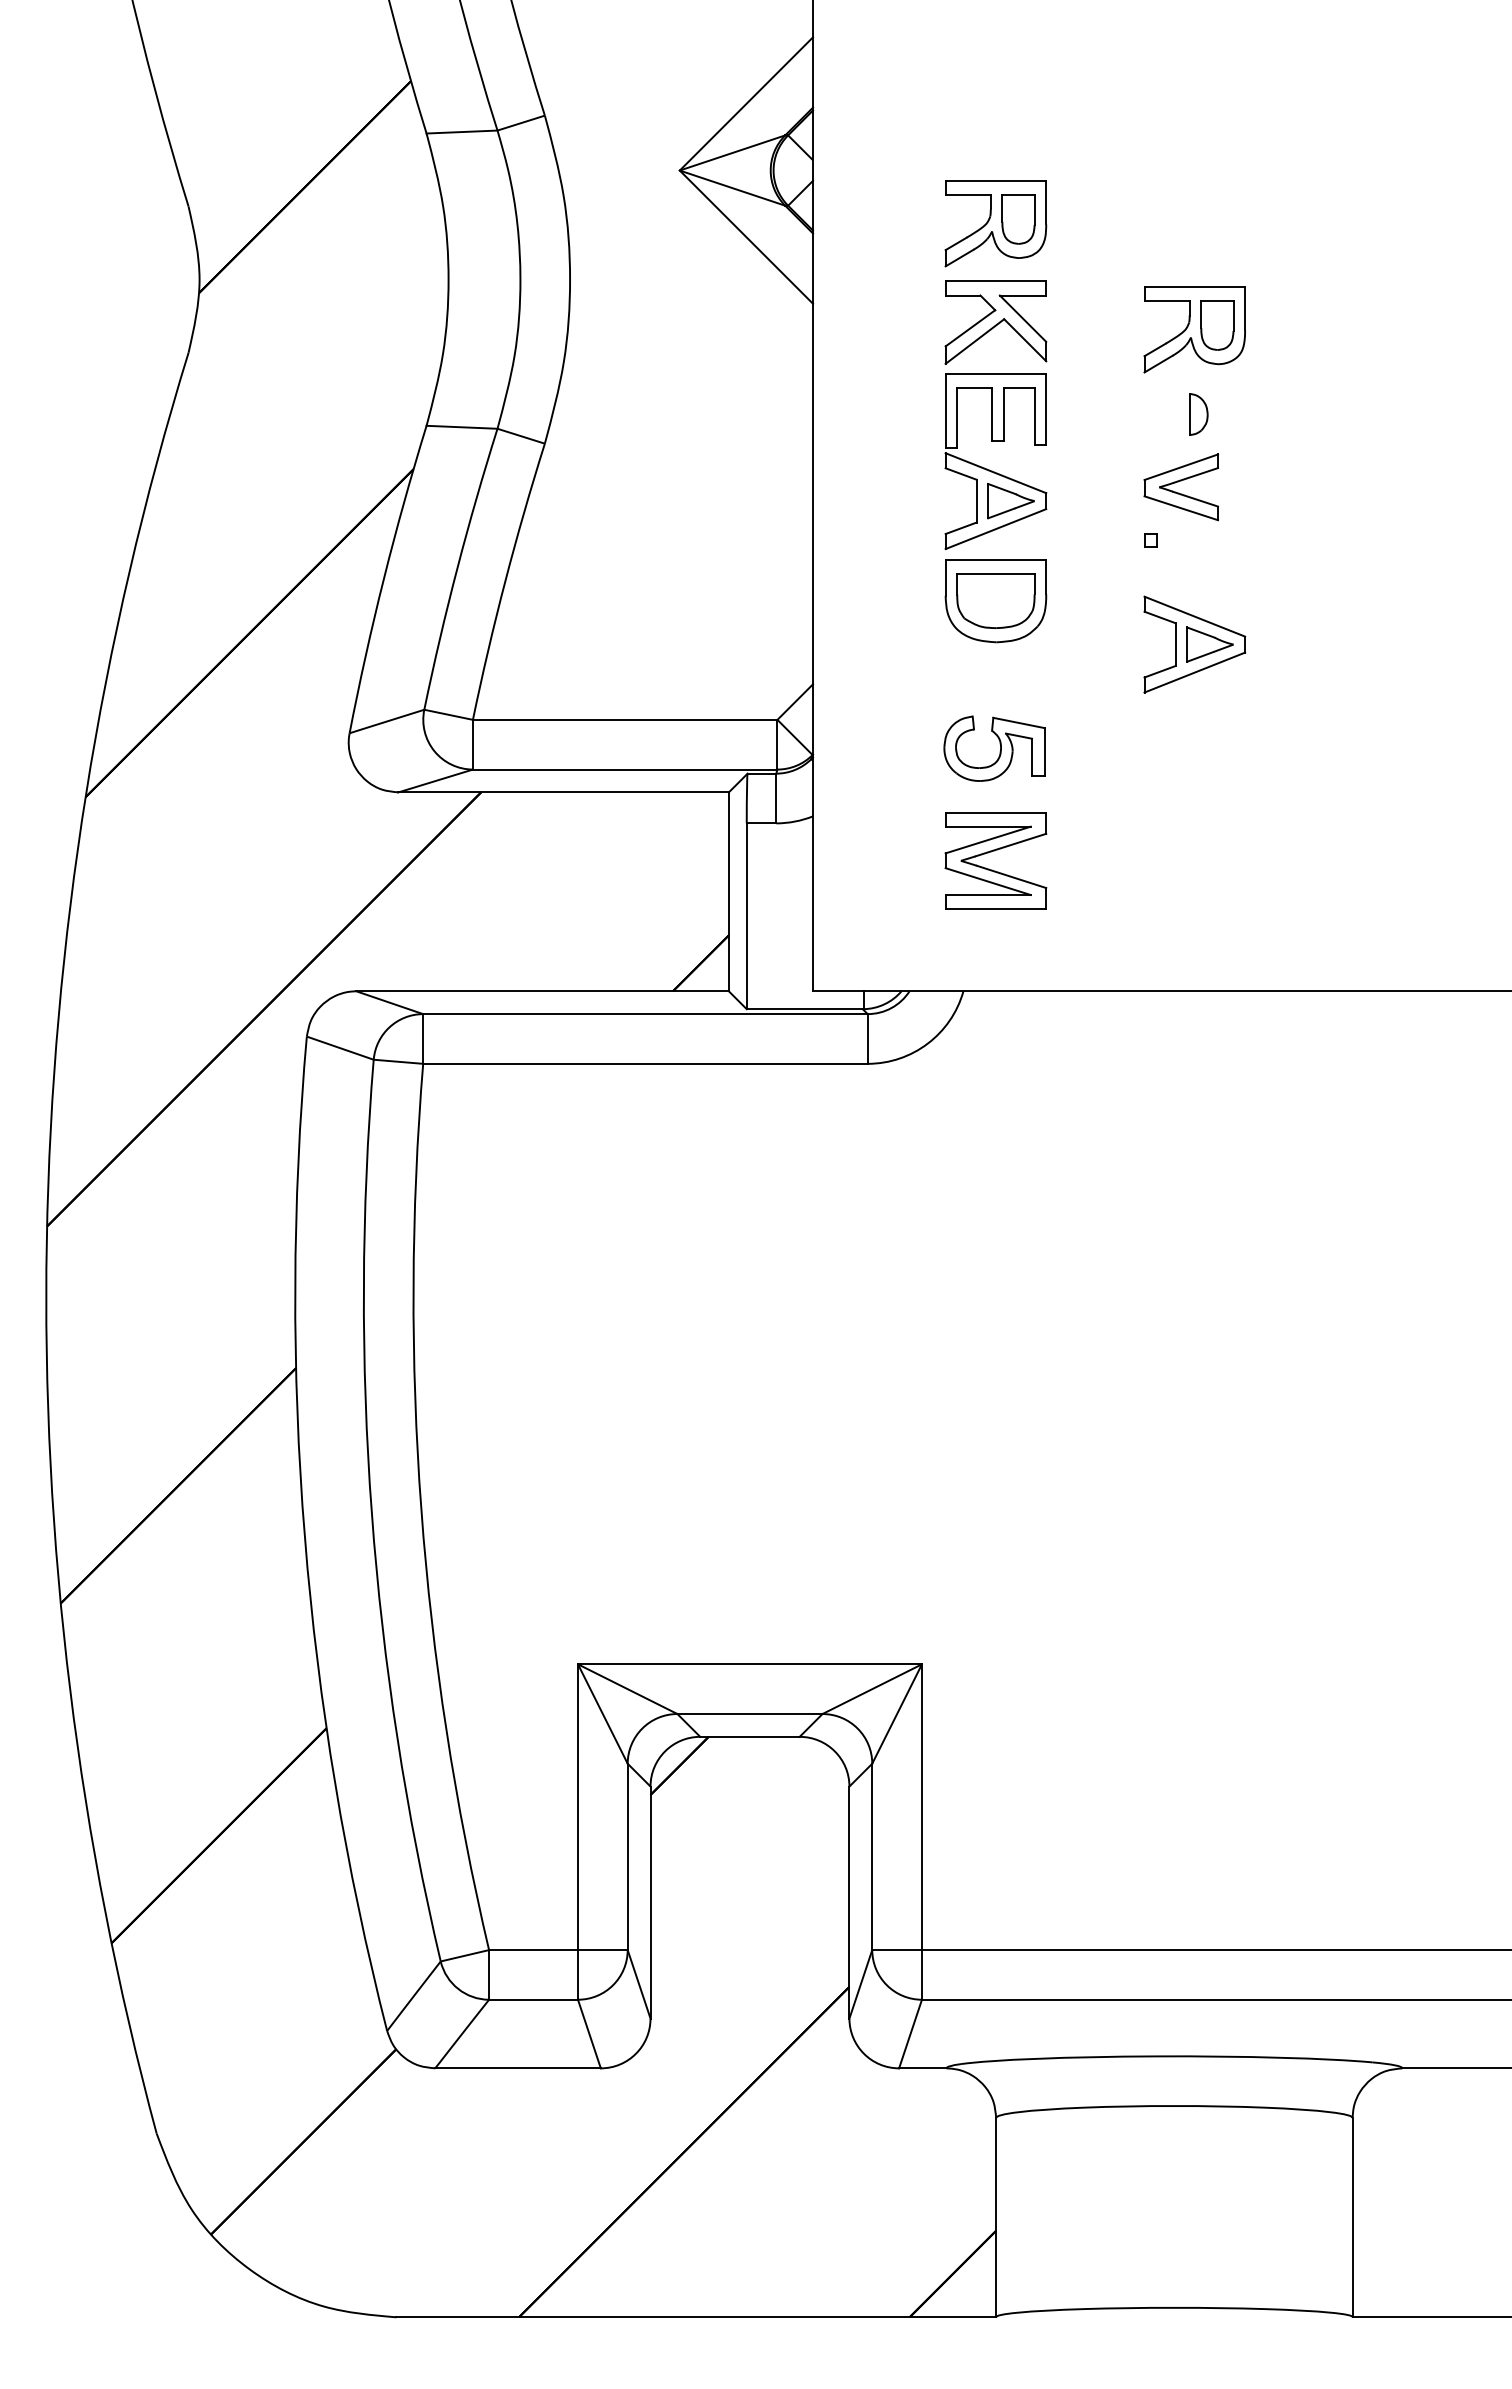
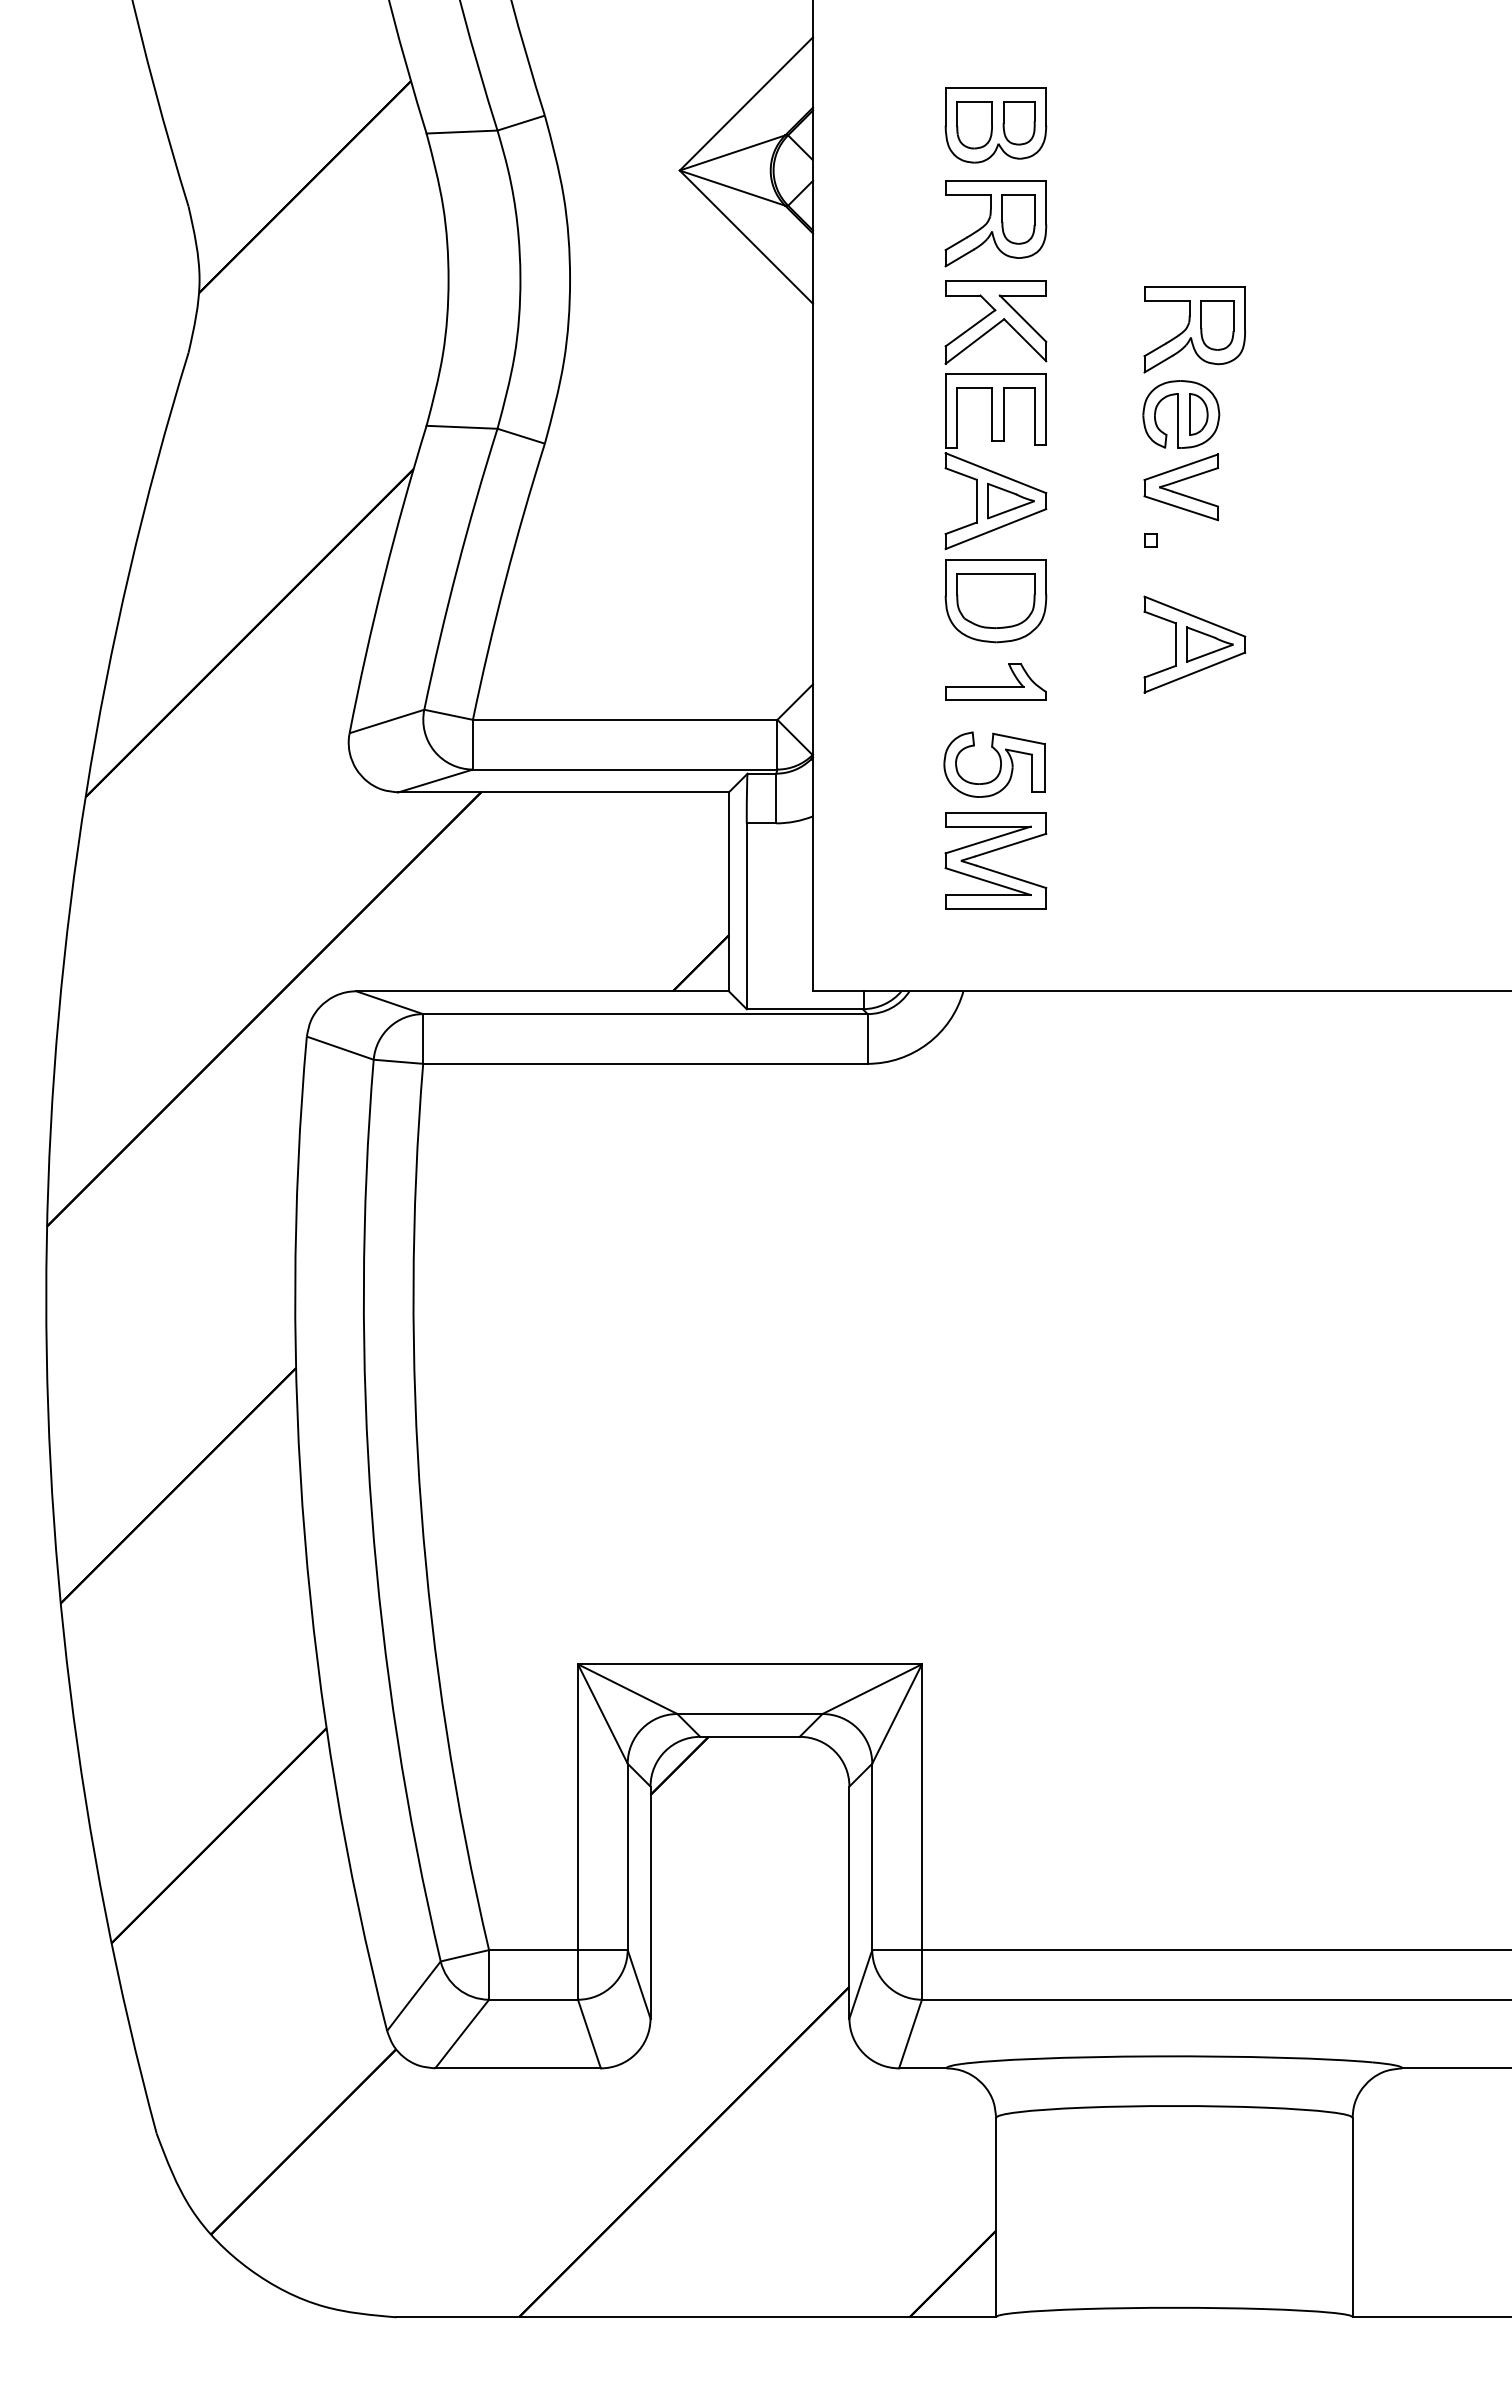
part at (995, 125): none -> present
part at (1181, 414): none -> present
part at (995, 681): none -> present
part at (994, 748) position: (994, 748) -> (994, 764)
